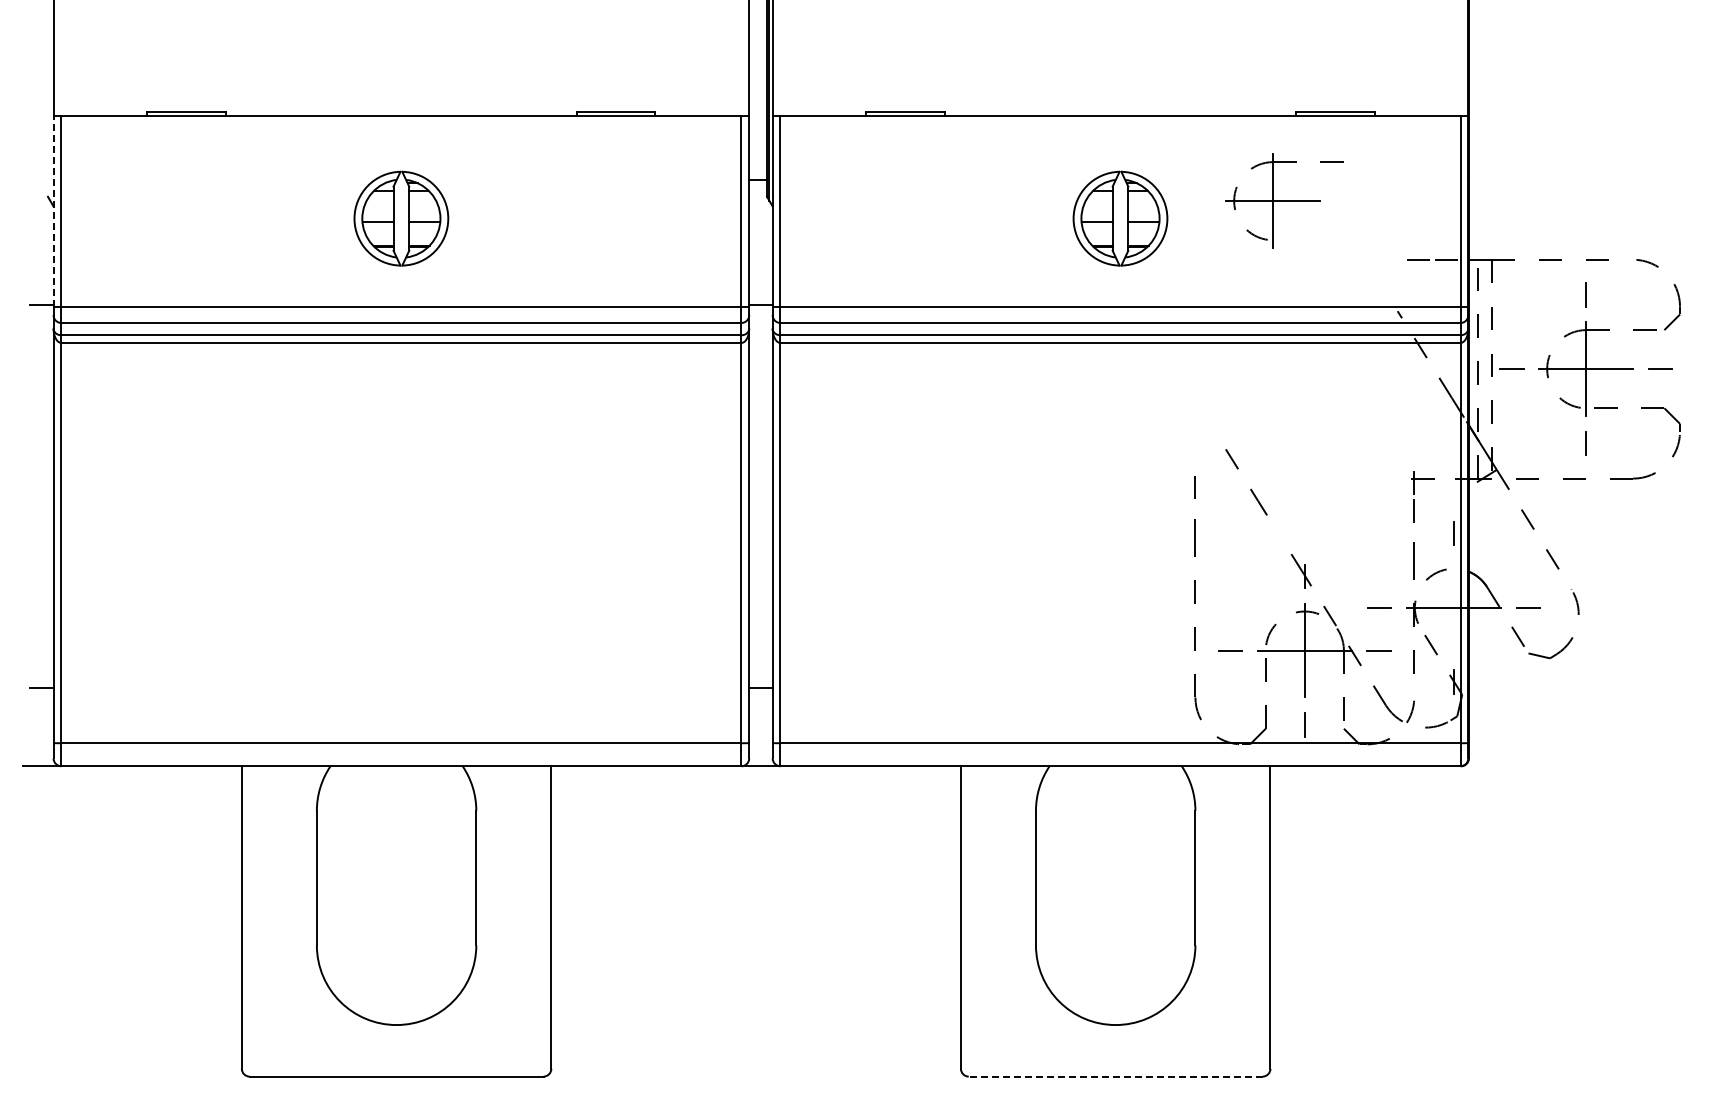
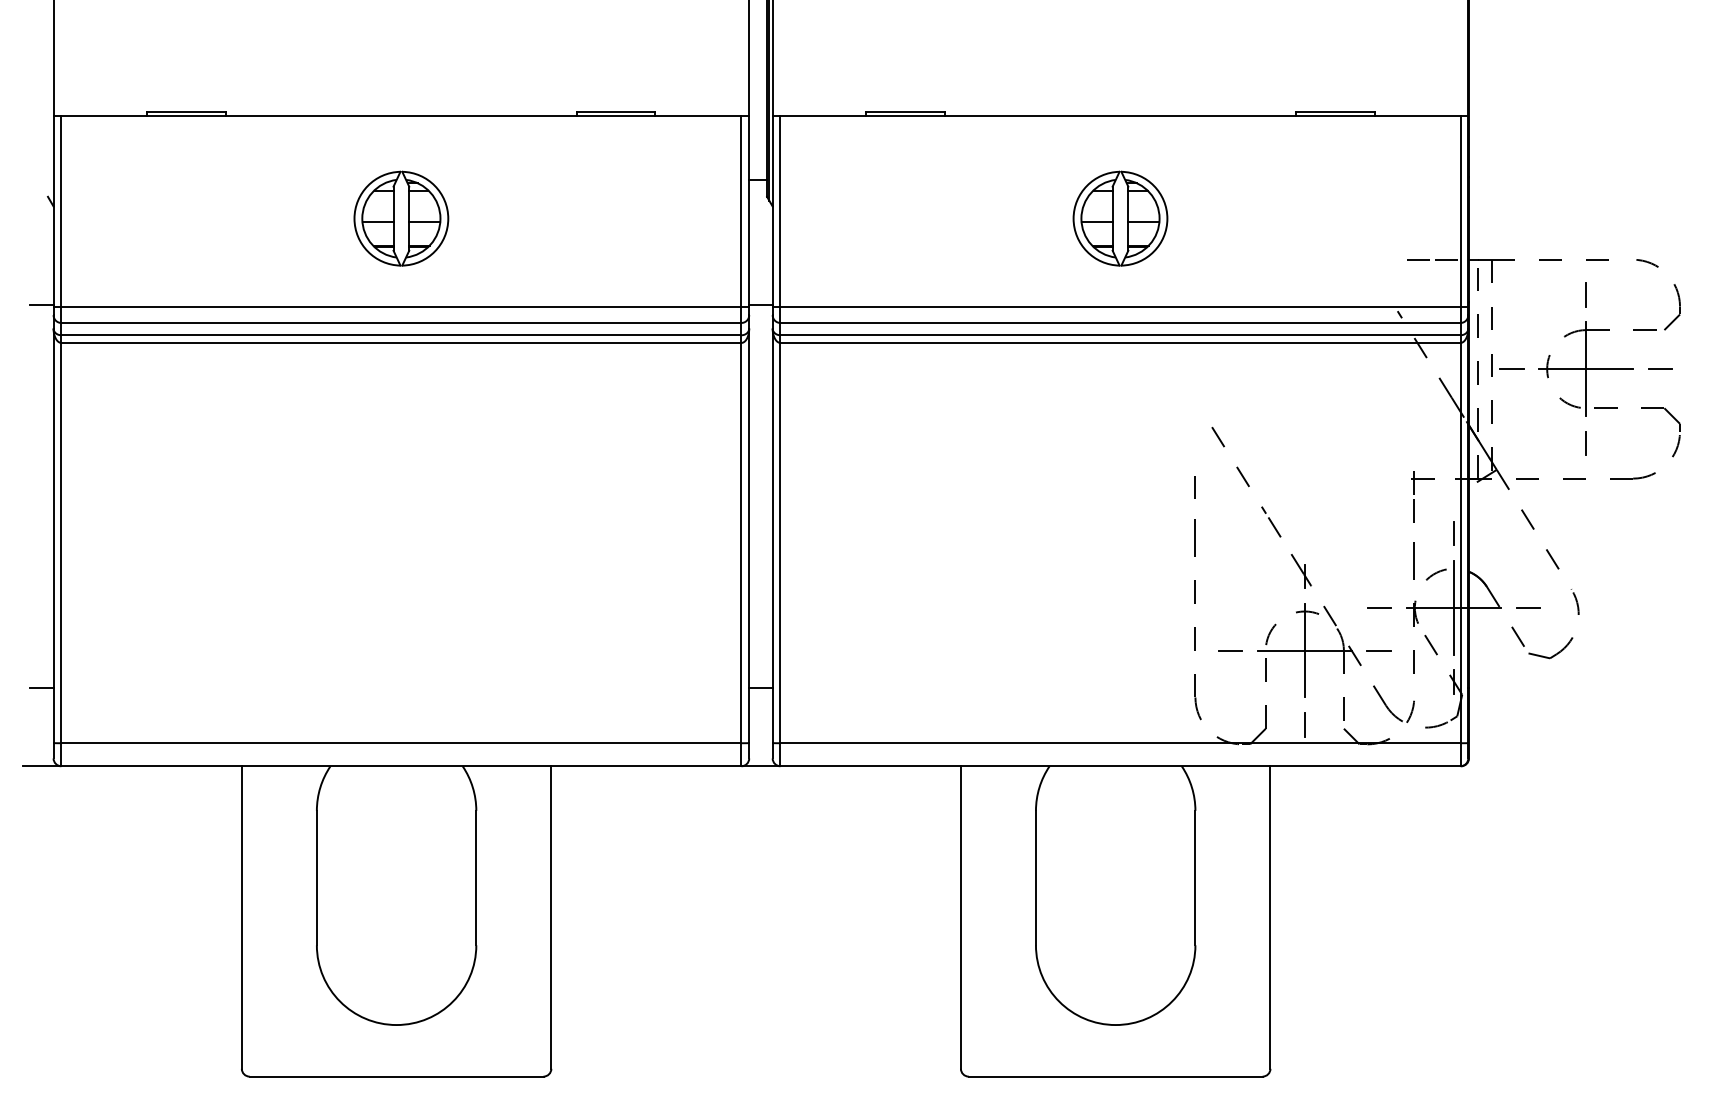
part at (1284, 200): present -> none
line at (53, 211): dashed -> solid
part at (1246, 482) size: 43x67 px -> 71x111 px
line at (1453, 607): none -> present
line at (1115, 1076): dashed -> solid
